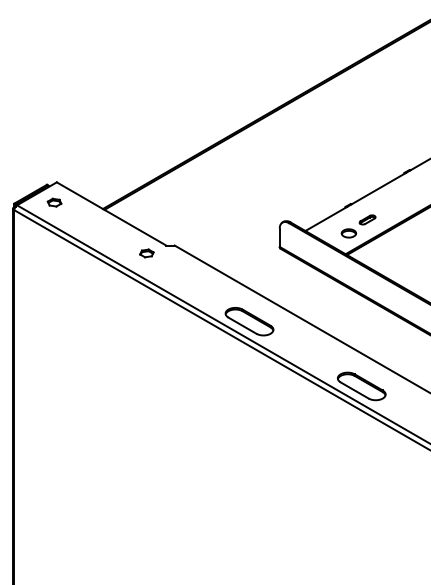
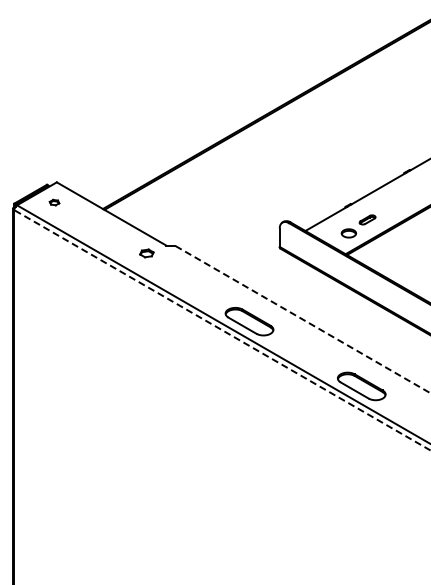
part at (54, 202) size: 17x11 px -> 13x9 px
line at (302, 319): solid -> dashed
line at (222, 330): solid -> dashed
